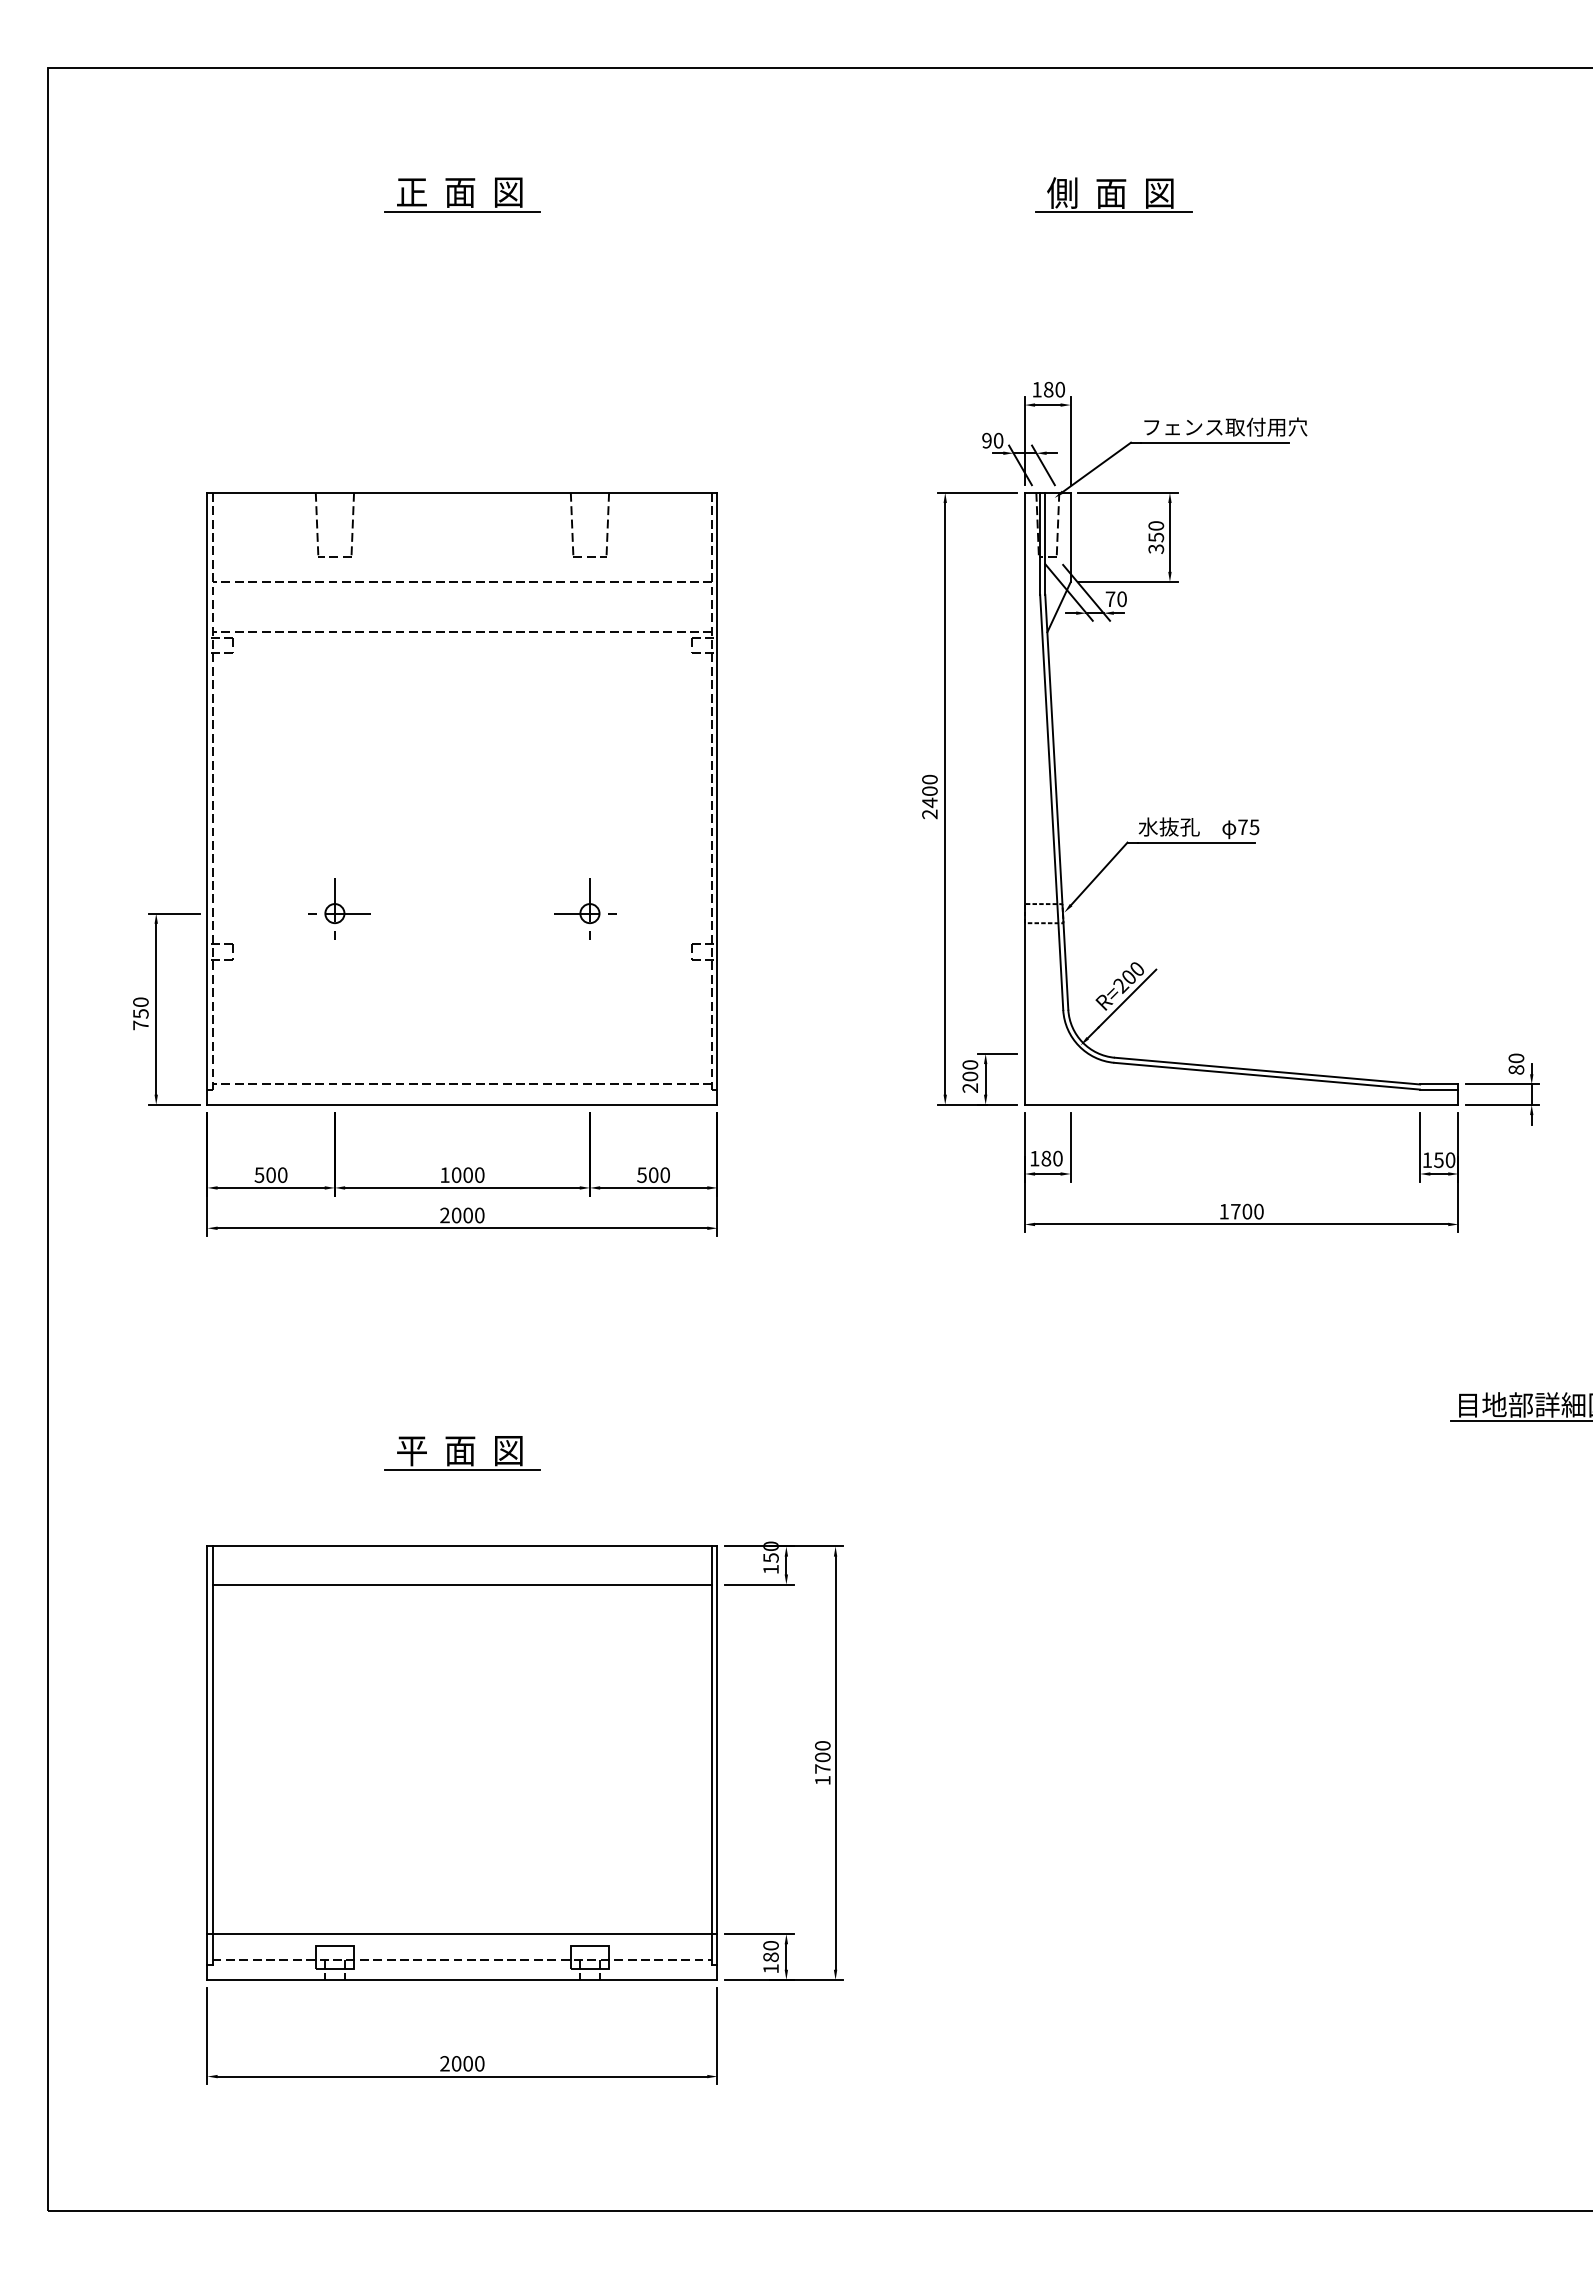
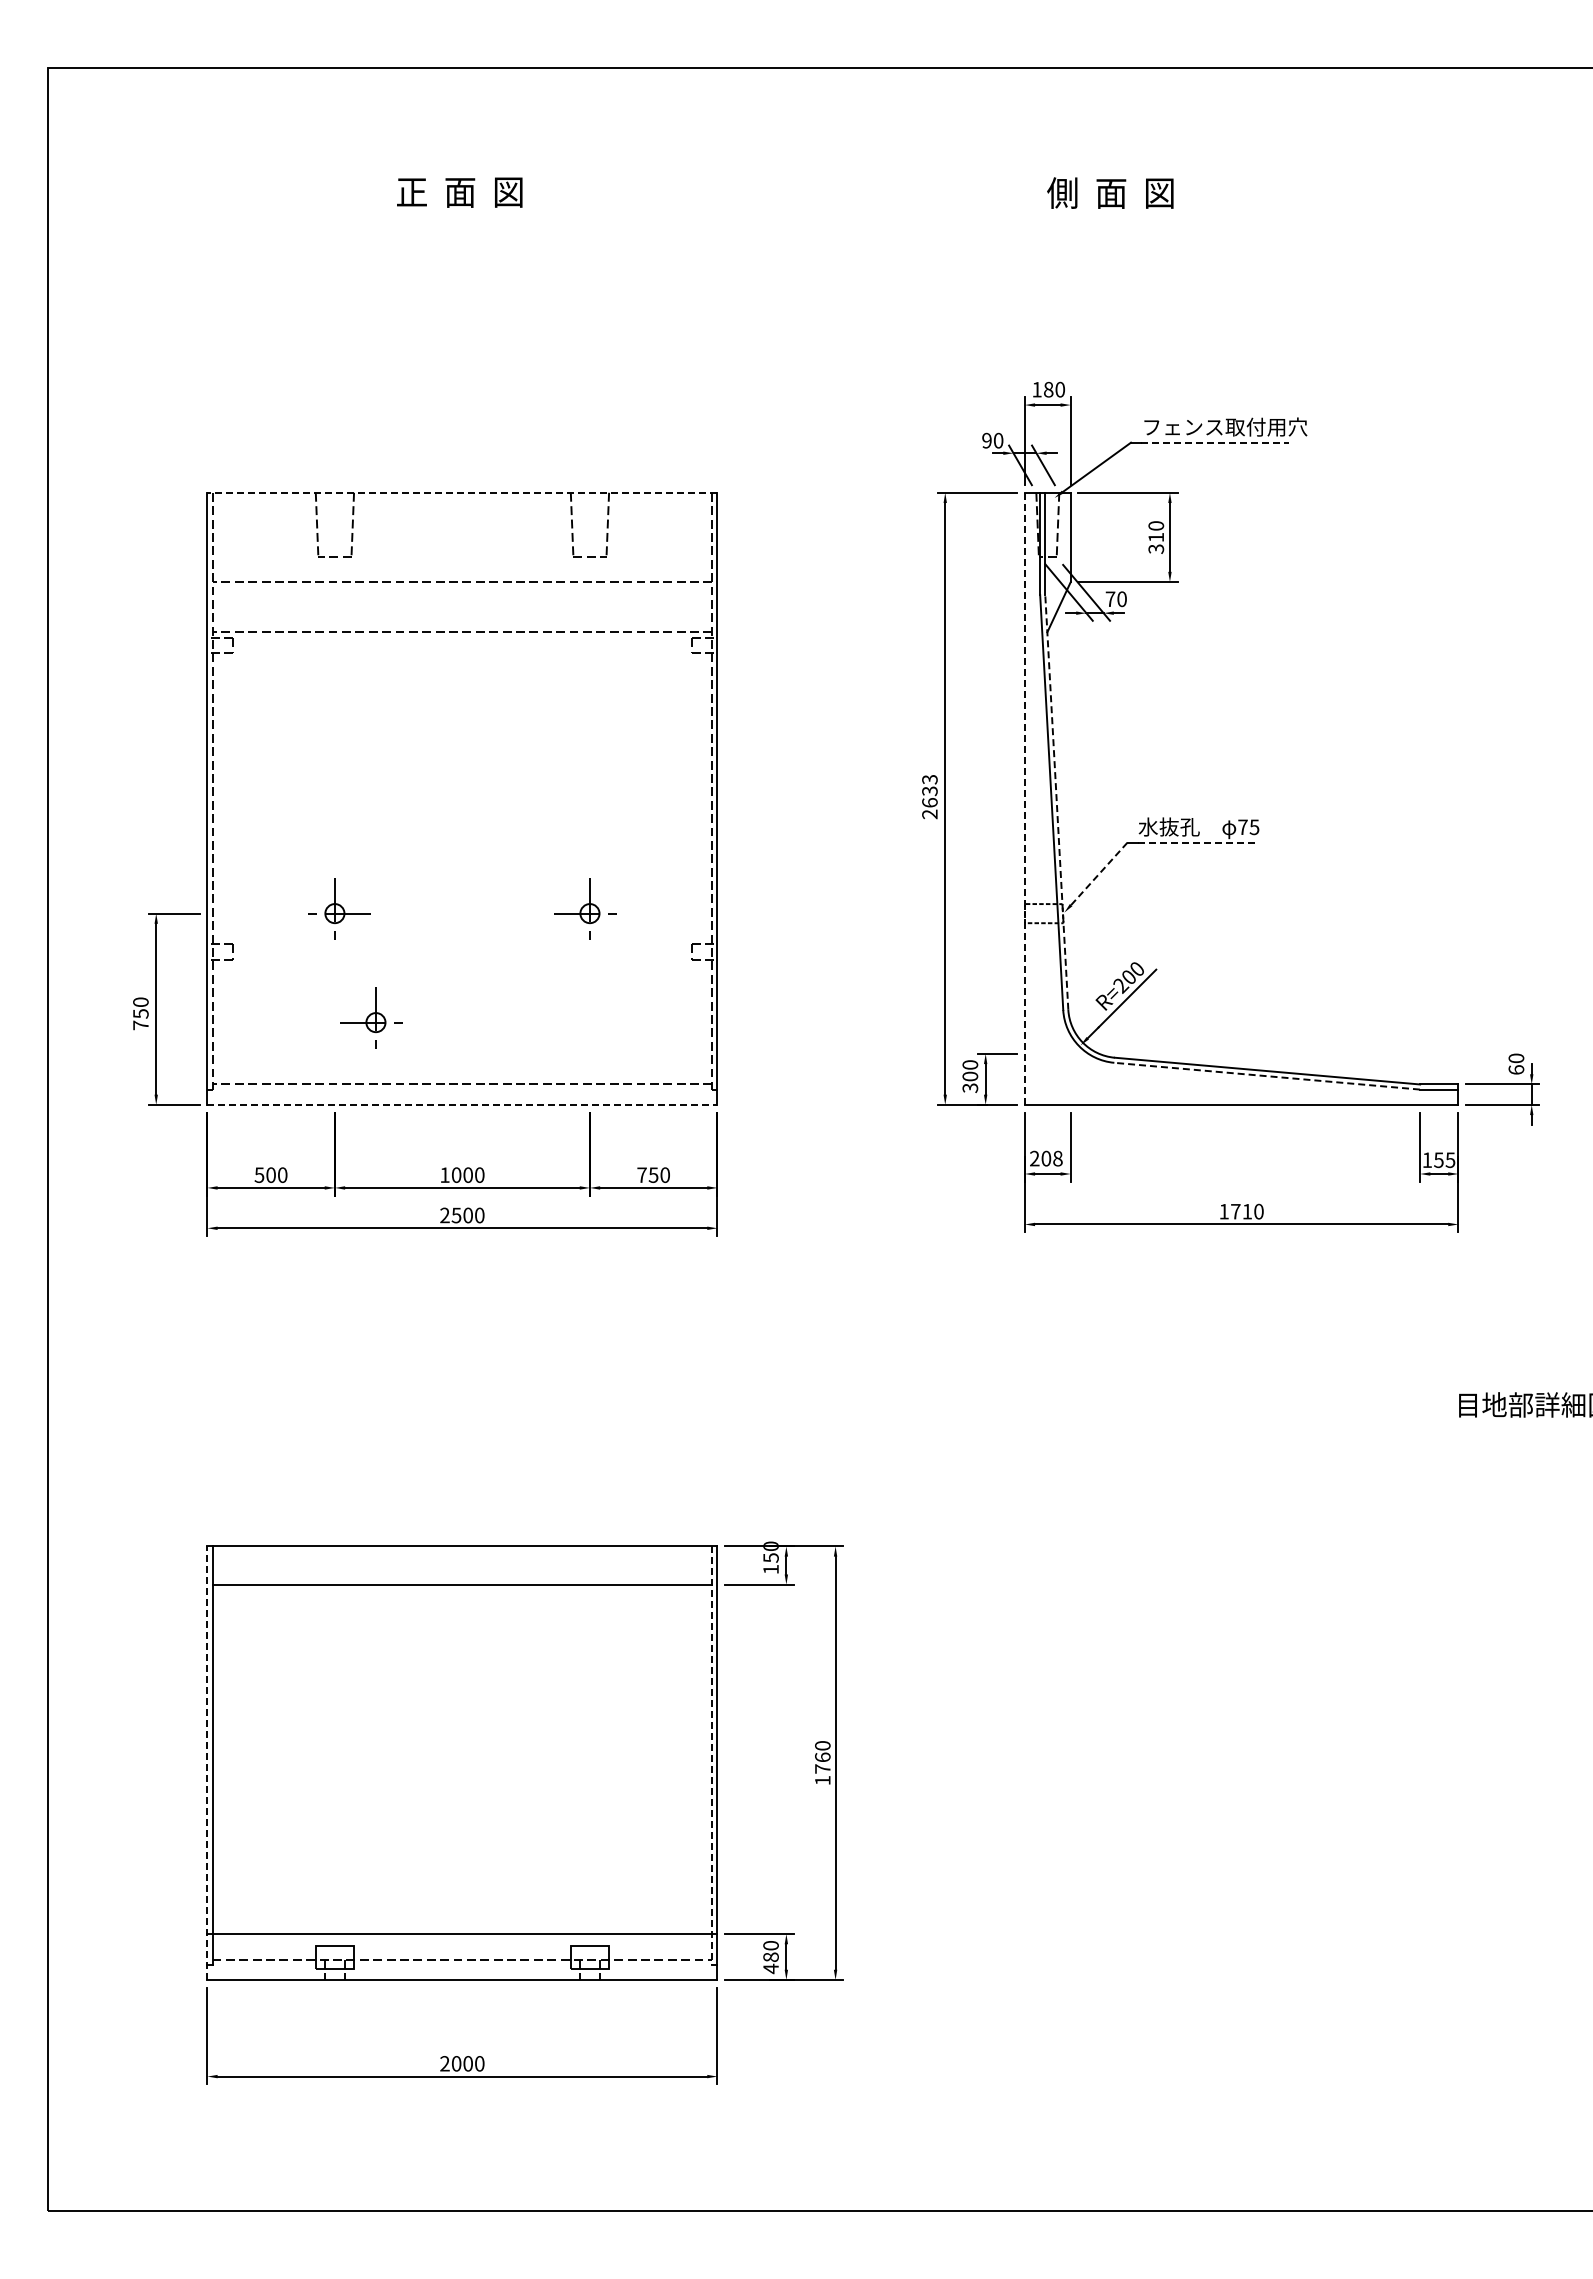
line at (462, 211): present -> none
line at (1113, 211): present -> none
line at (1215, 442): solid -> dashed
line at (461, 492): solid -> dashed
text at (1156, 537): 350 -> 310
text at (929, 791): 2400 -> 2633
line at (1024, 799): solid -> dashed
line at (1056, 802): solid -> dashed
line at (1196, 842): solid -> dashed
line at (1099, 873): solid -> dashed
part at (371, 1017): none -> present
text at (1516, 1069): 80 -> 60
line at (1266, 1076): solid -> dashed
text at (970, 1088): 200 -> 300
line at (462, 1104): solid -> dashed
text at (1046, 1158): 180 -> 208
text at (1450, 1159): 150 -> 155
text at (647, 1174): 500 -> 750
text at (1247, 1211): 1700 -> 1710
text at (456, 1215): 2000 -> 2500
line at (1519, 1421): present -> none
part at (462, 1453): present -> none
line at (712, 1756): solid -> dashed
text at (822, 1757): 1700 -> 1760
line at (207, 1763): solid -> dashed
text at (770, 1968): 180 -> 480
